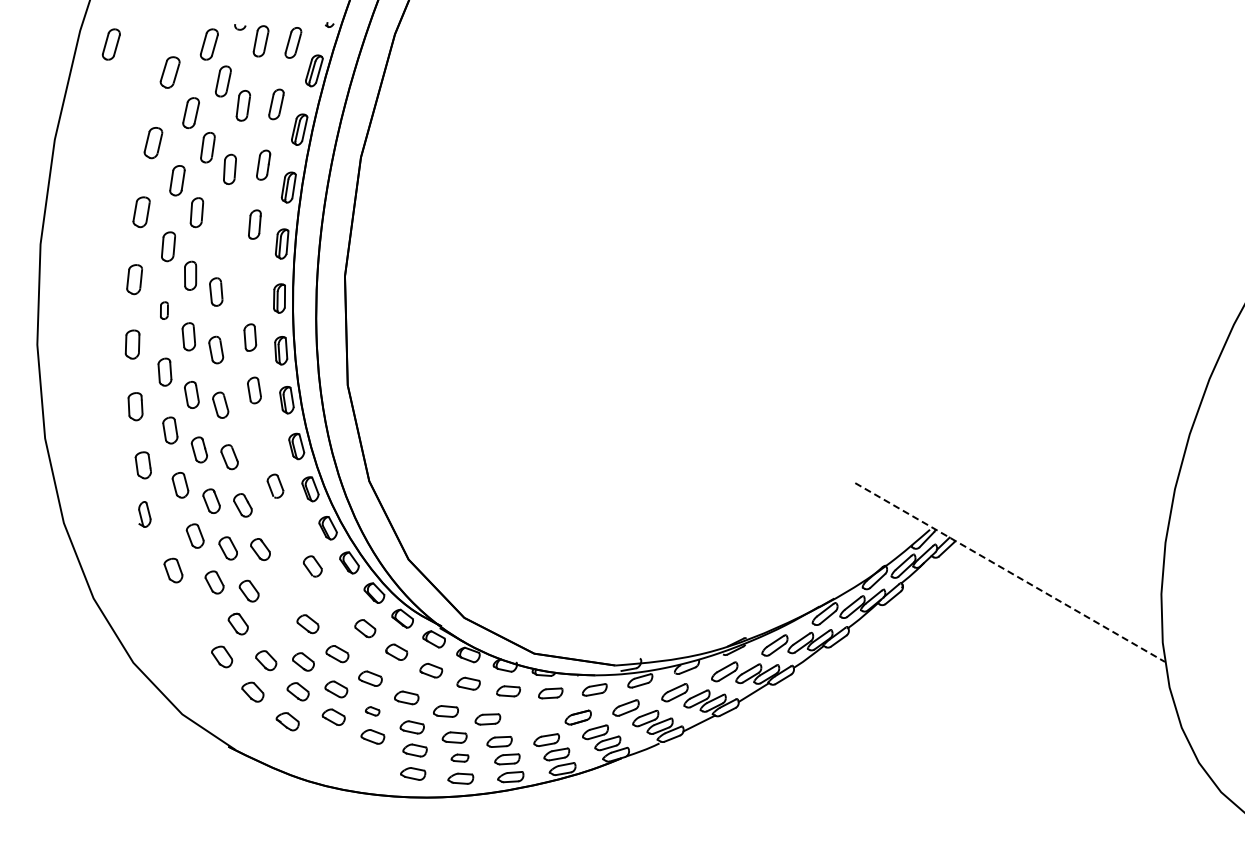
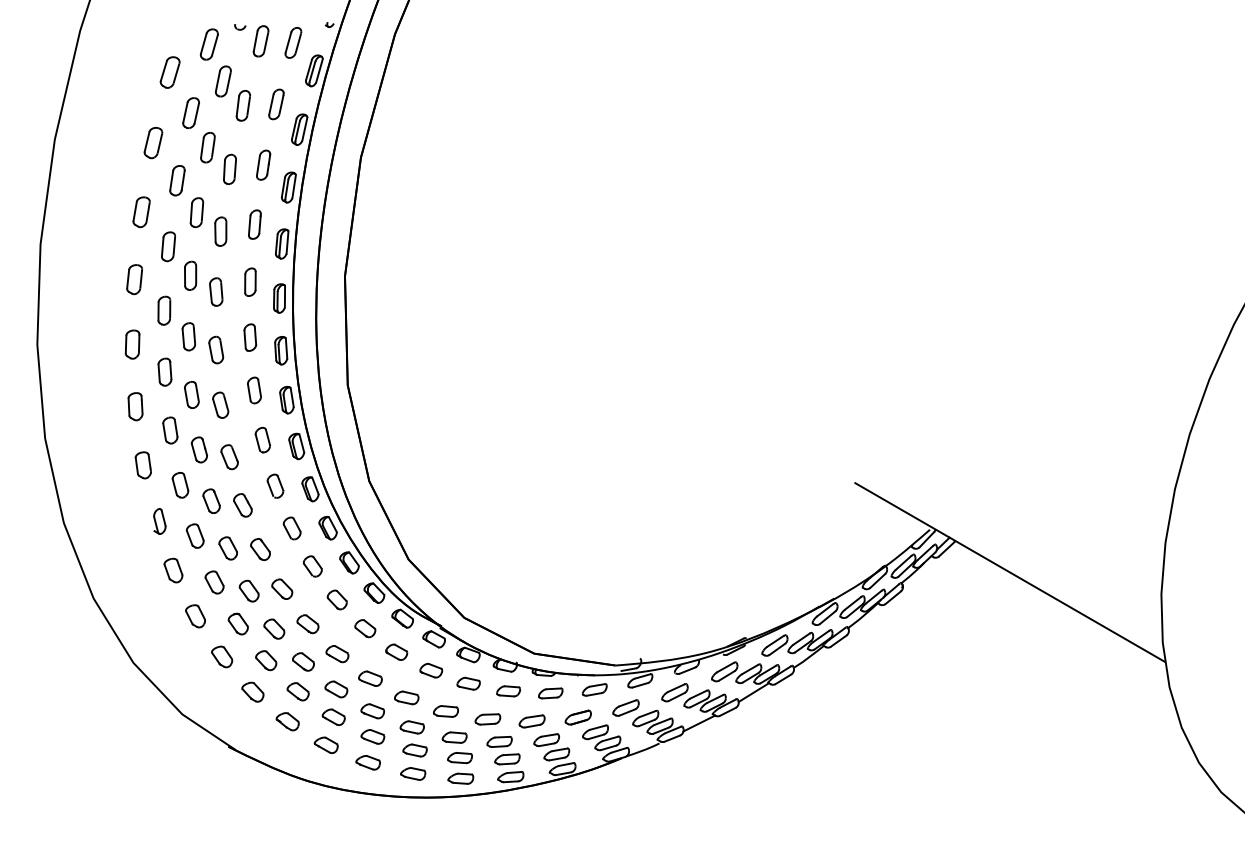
part at (110, 44): present -> none
part at (220, 231): none -> present
part at (250, 281): none -> present
part at (164, 310) size: 9x19 px -> 15x31 px
part at (262, 439): none -> present
part at (144, 514) position: (144, 514) -> (159, 521)
part at (291, 528): none -> present
line at (1010, 572): dashed -> solid
part at (282, 588): none -> present
part at (336, 599): none -> present
part at (195, 616): none -> present
part at (274, 628): none -> present
part at (372, 711) size: 16x11 px -> 25x17 px
part at (531, 721): none -> present
part at (325, 744): none -> present
part at (459, 757) size: 20x10 px -> 26x13 px
part at (367, 762): none -> present
